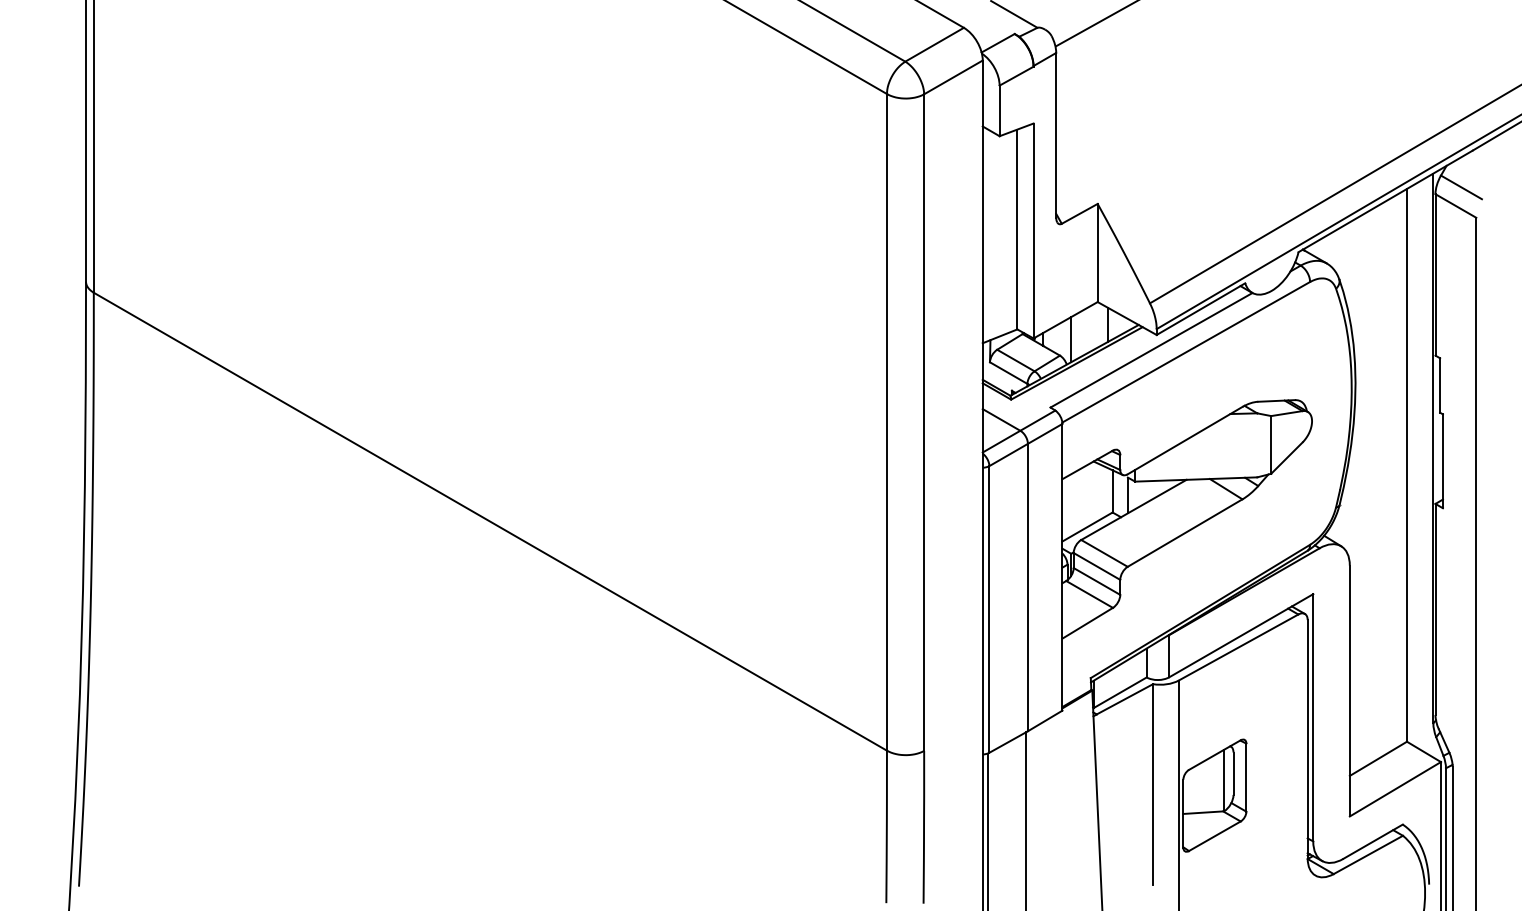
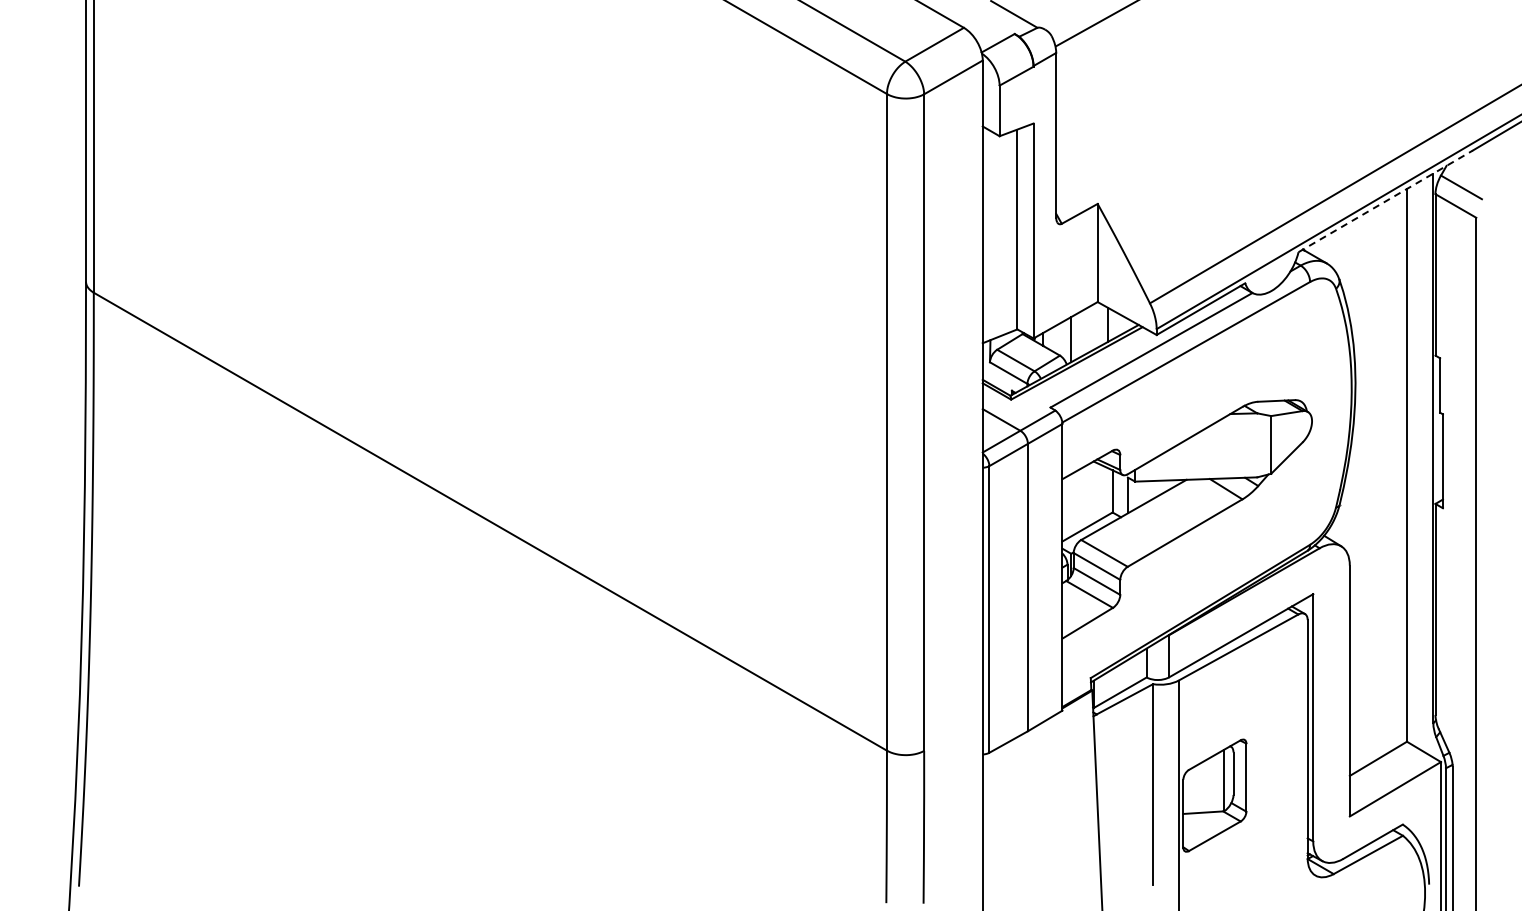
line at (1385, 201): solid -> dashed
line at (1026, 819): present -> none
line at (987, 830): present -> none
